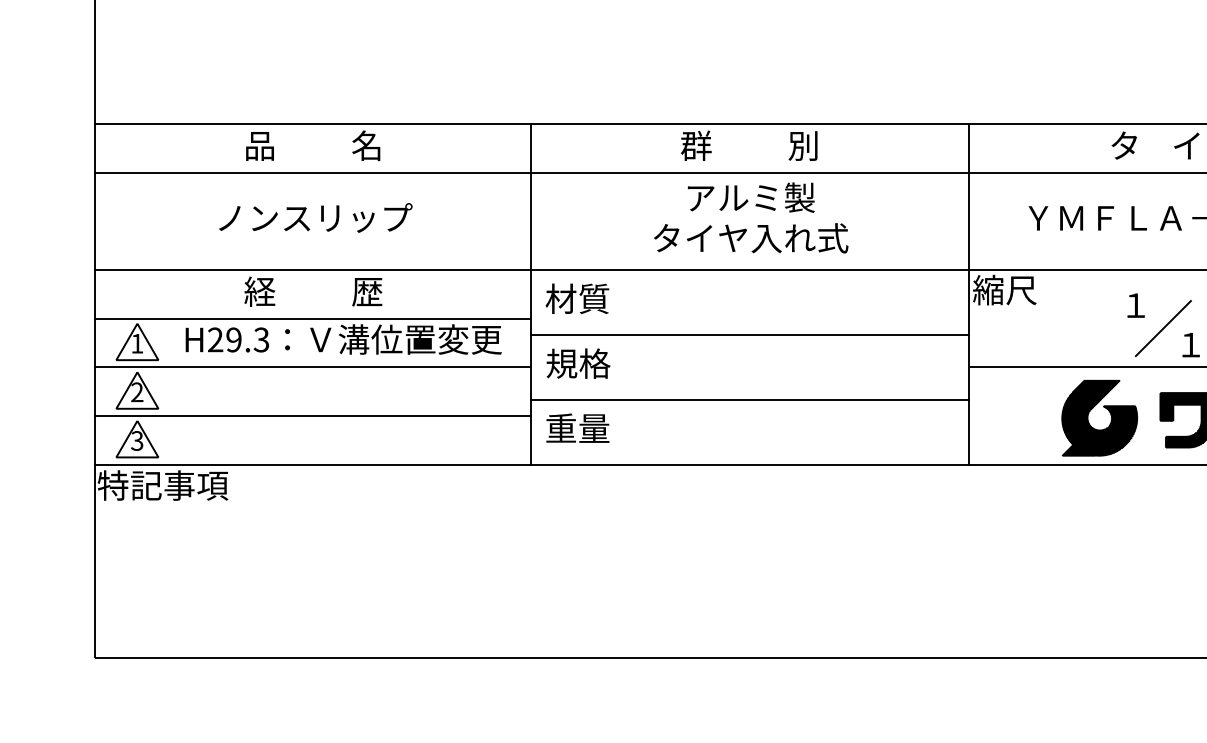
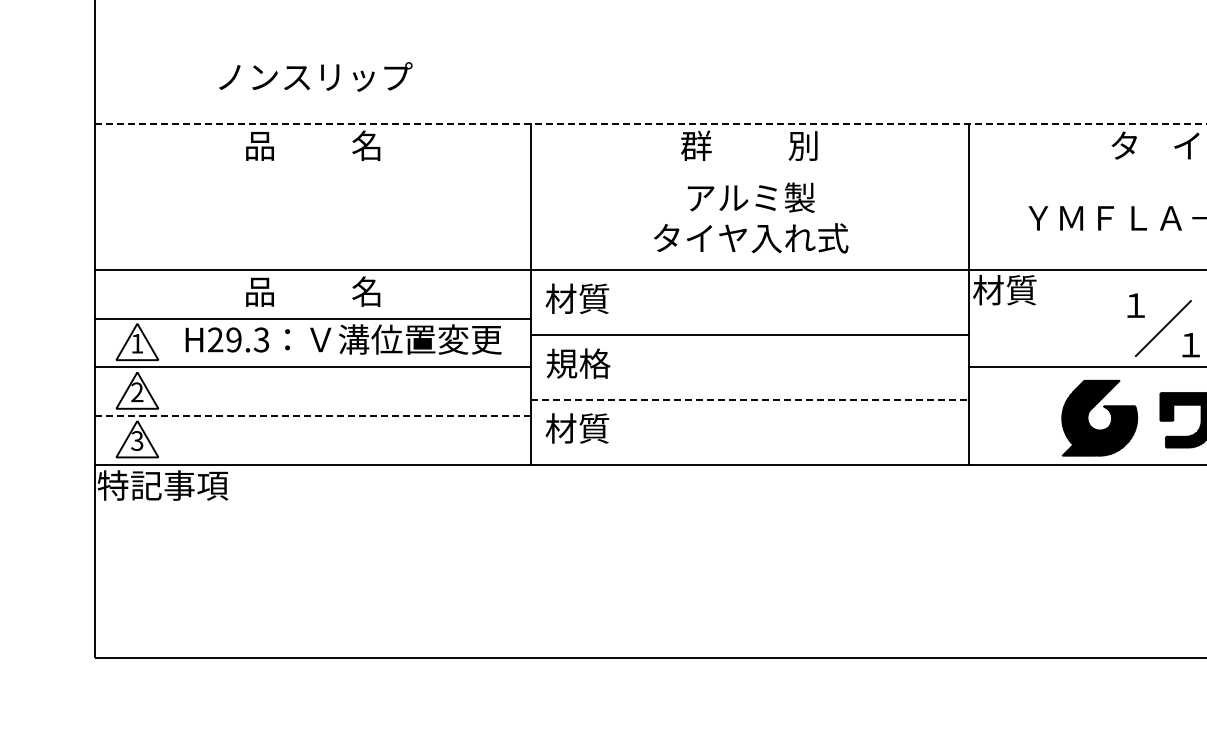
line at (650, 124): solid -> dashed
line at (648, 172): present -> none
text at (315, 217) position: (315, 217) -> (315, 76)
text at (1004, 289): 縮尺 -> 材質
text at (313, 291): 経          歴 -> 品          名
line at (750, 399): solid -> dashed
line at (313, 416): solid -> dashed
text at (577, 428): 重量 -> 材質
